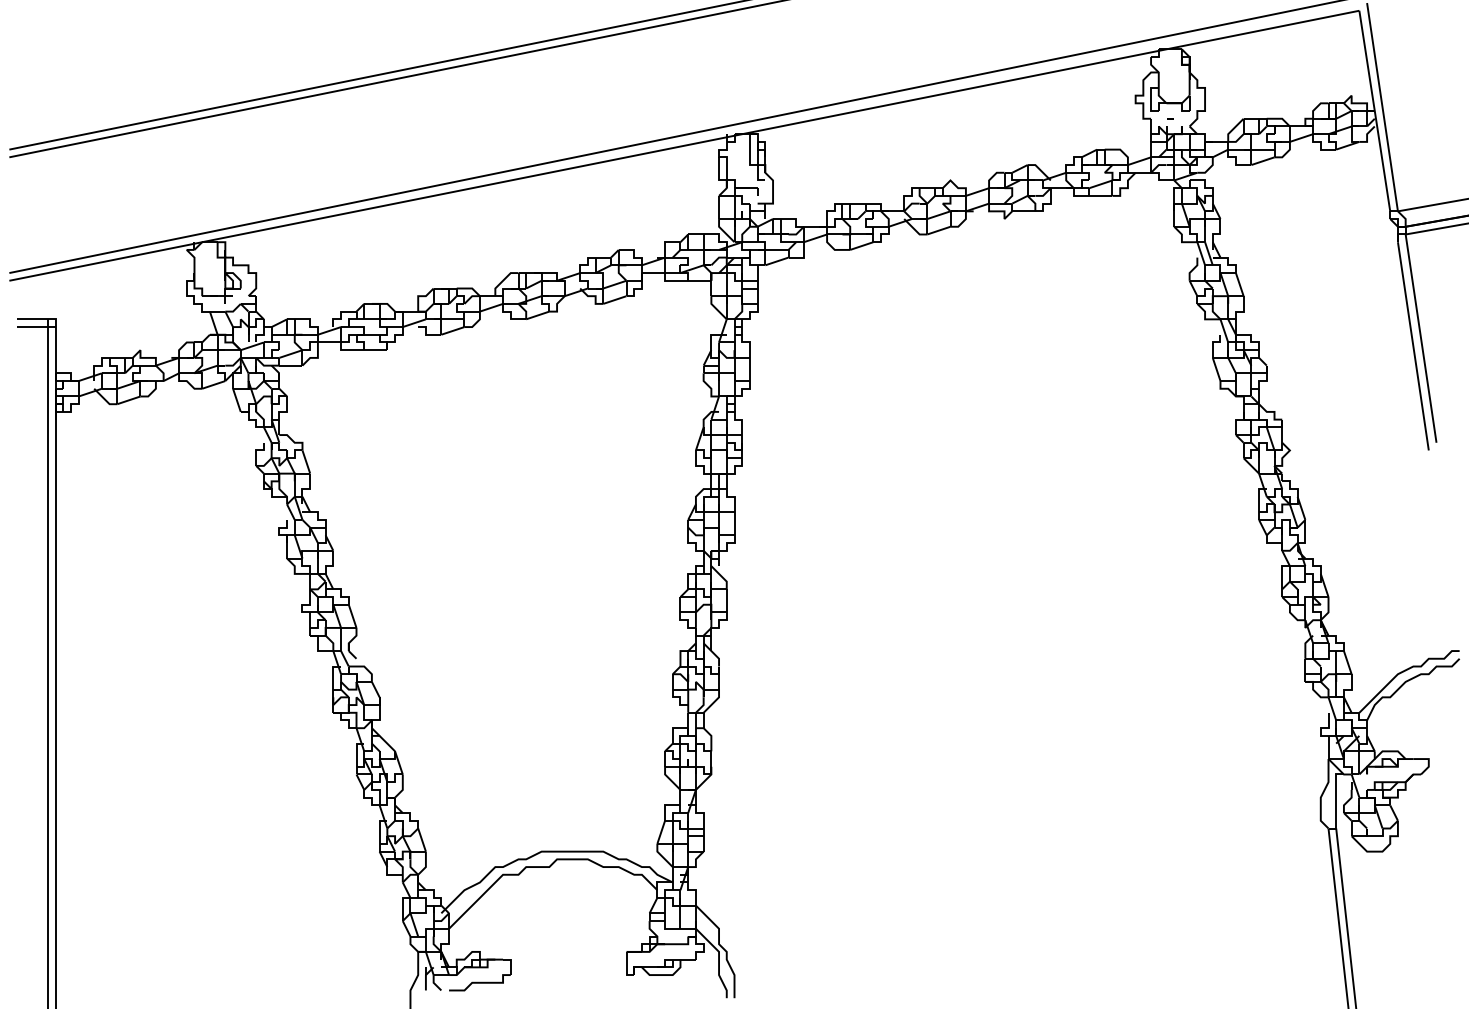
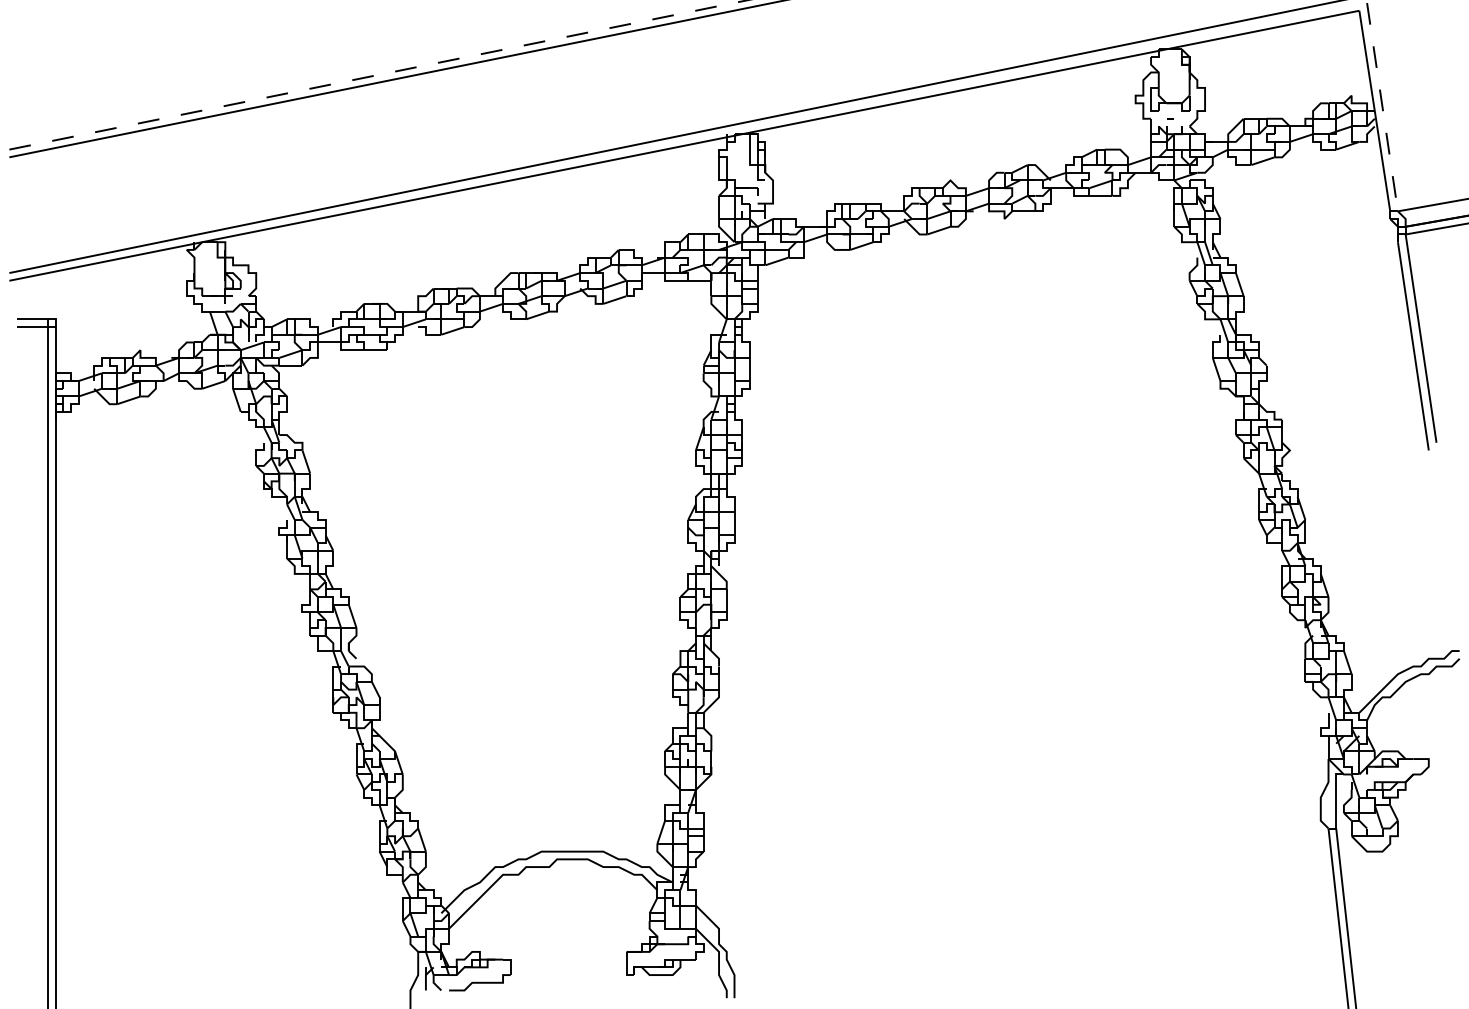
line at (378, 74): solid -> dashed
line at (1382, 107): solid -> dashed
